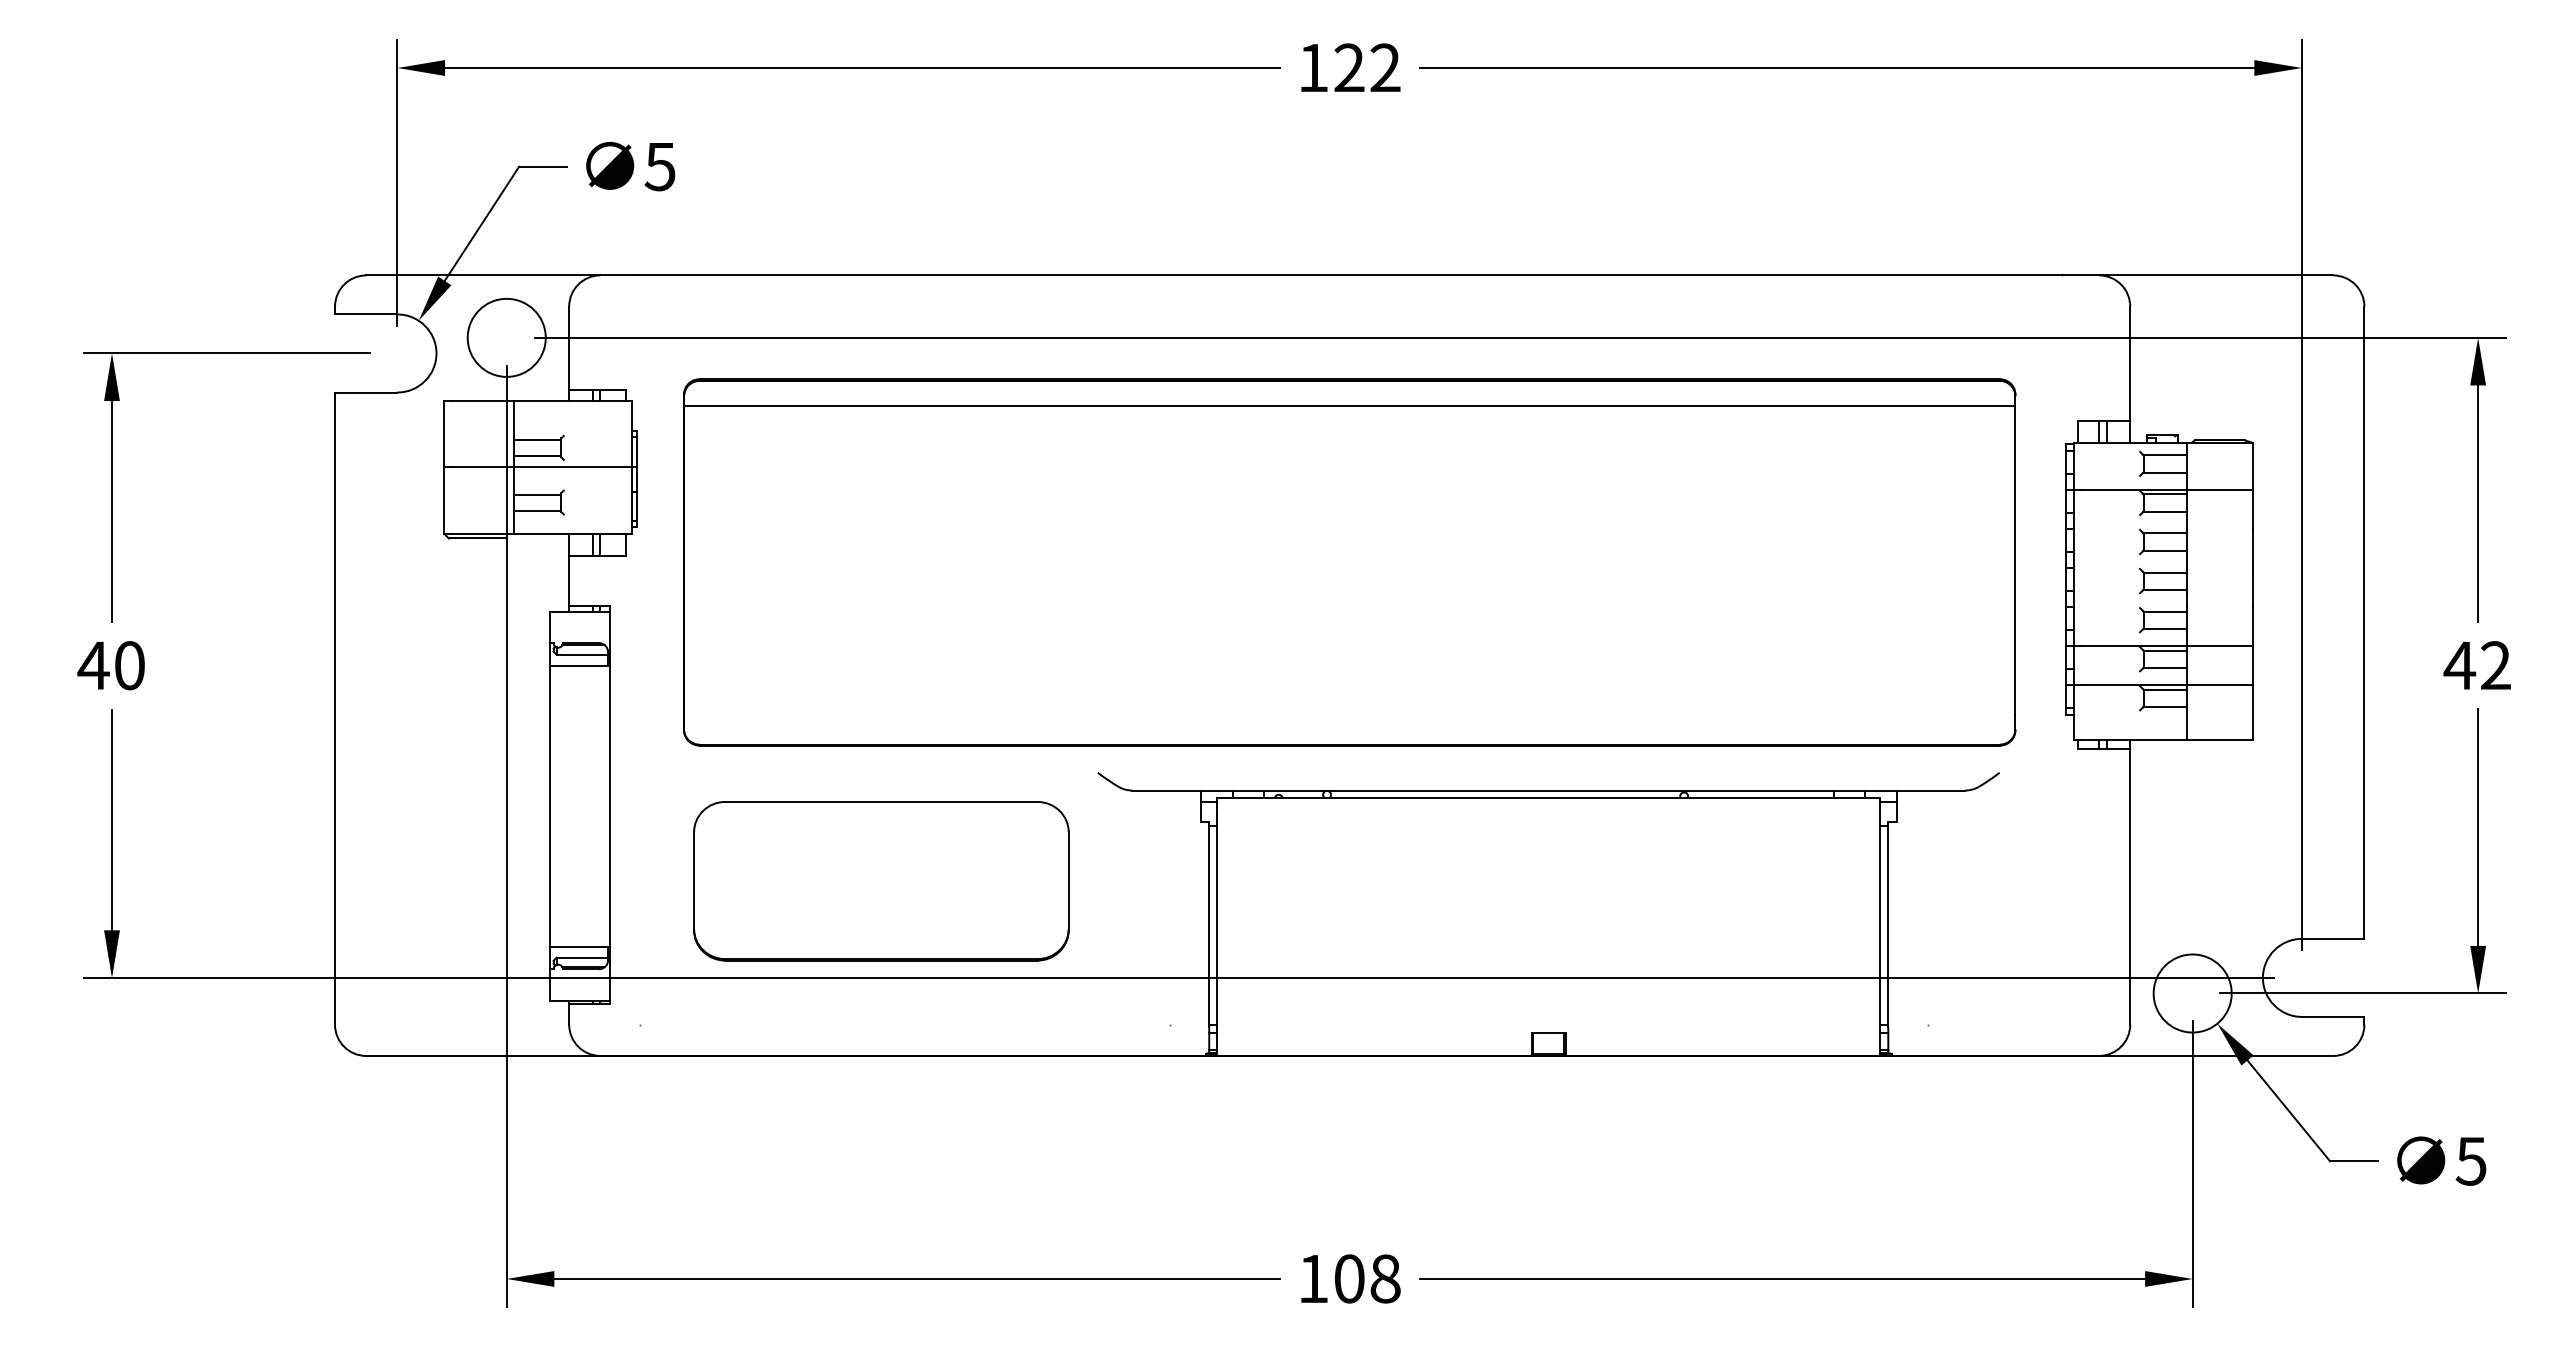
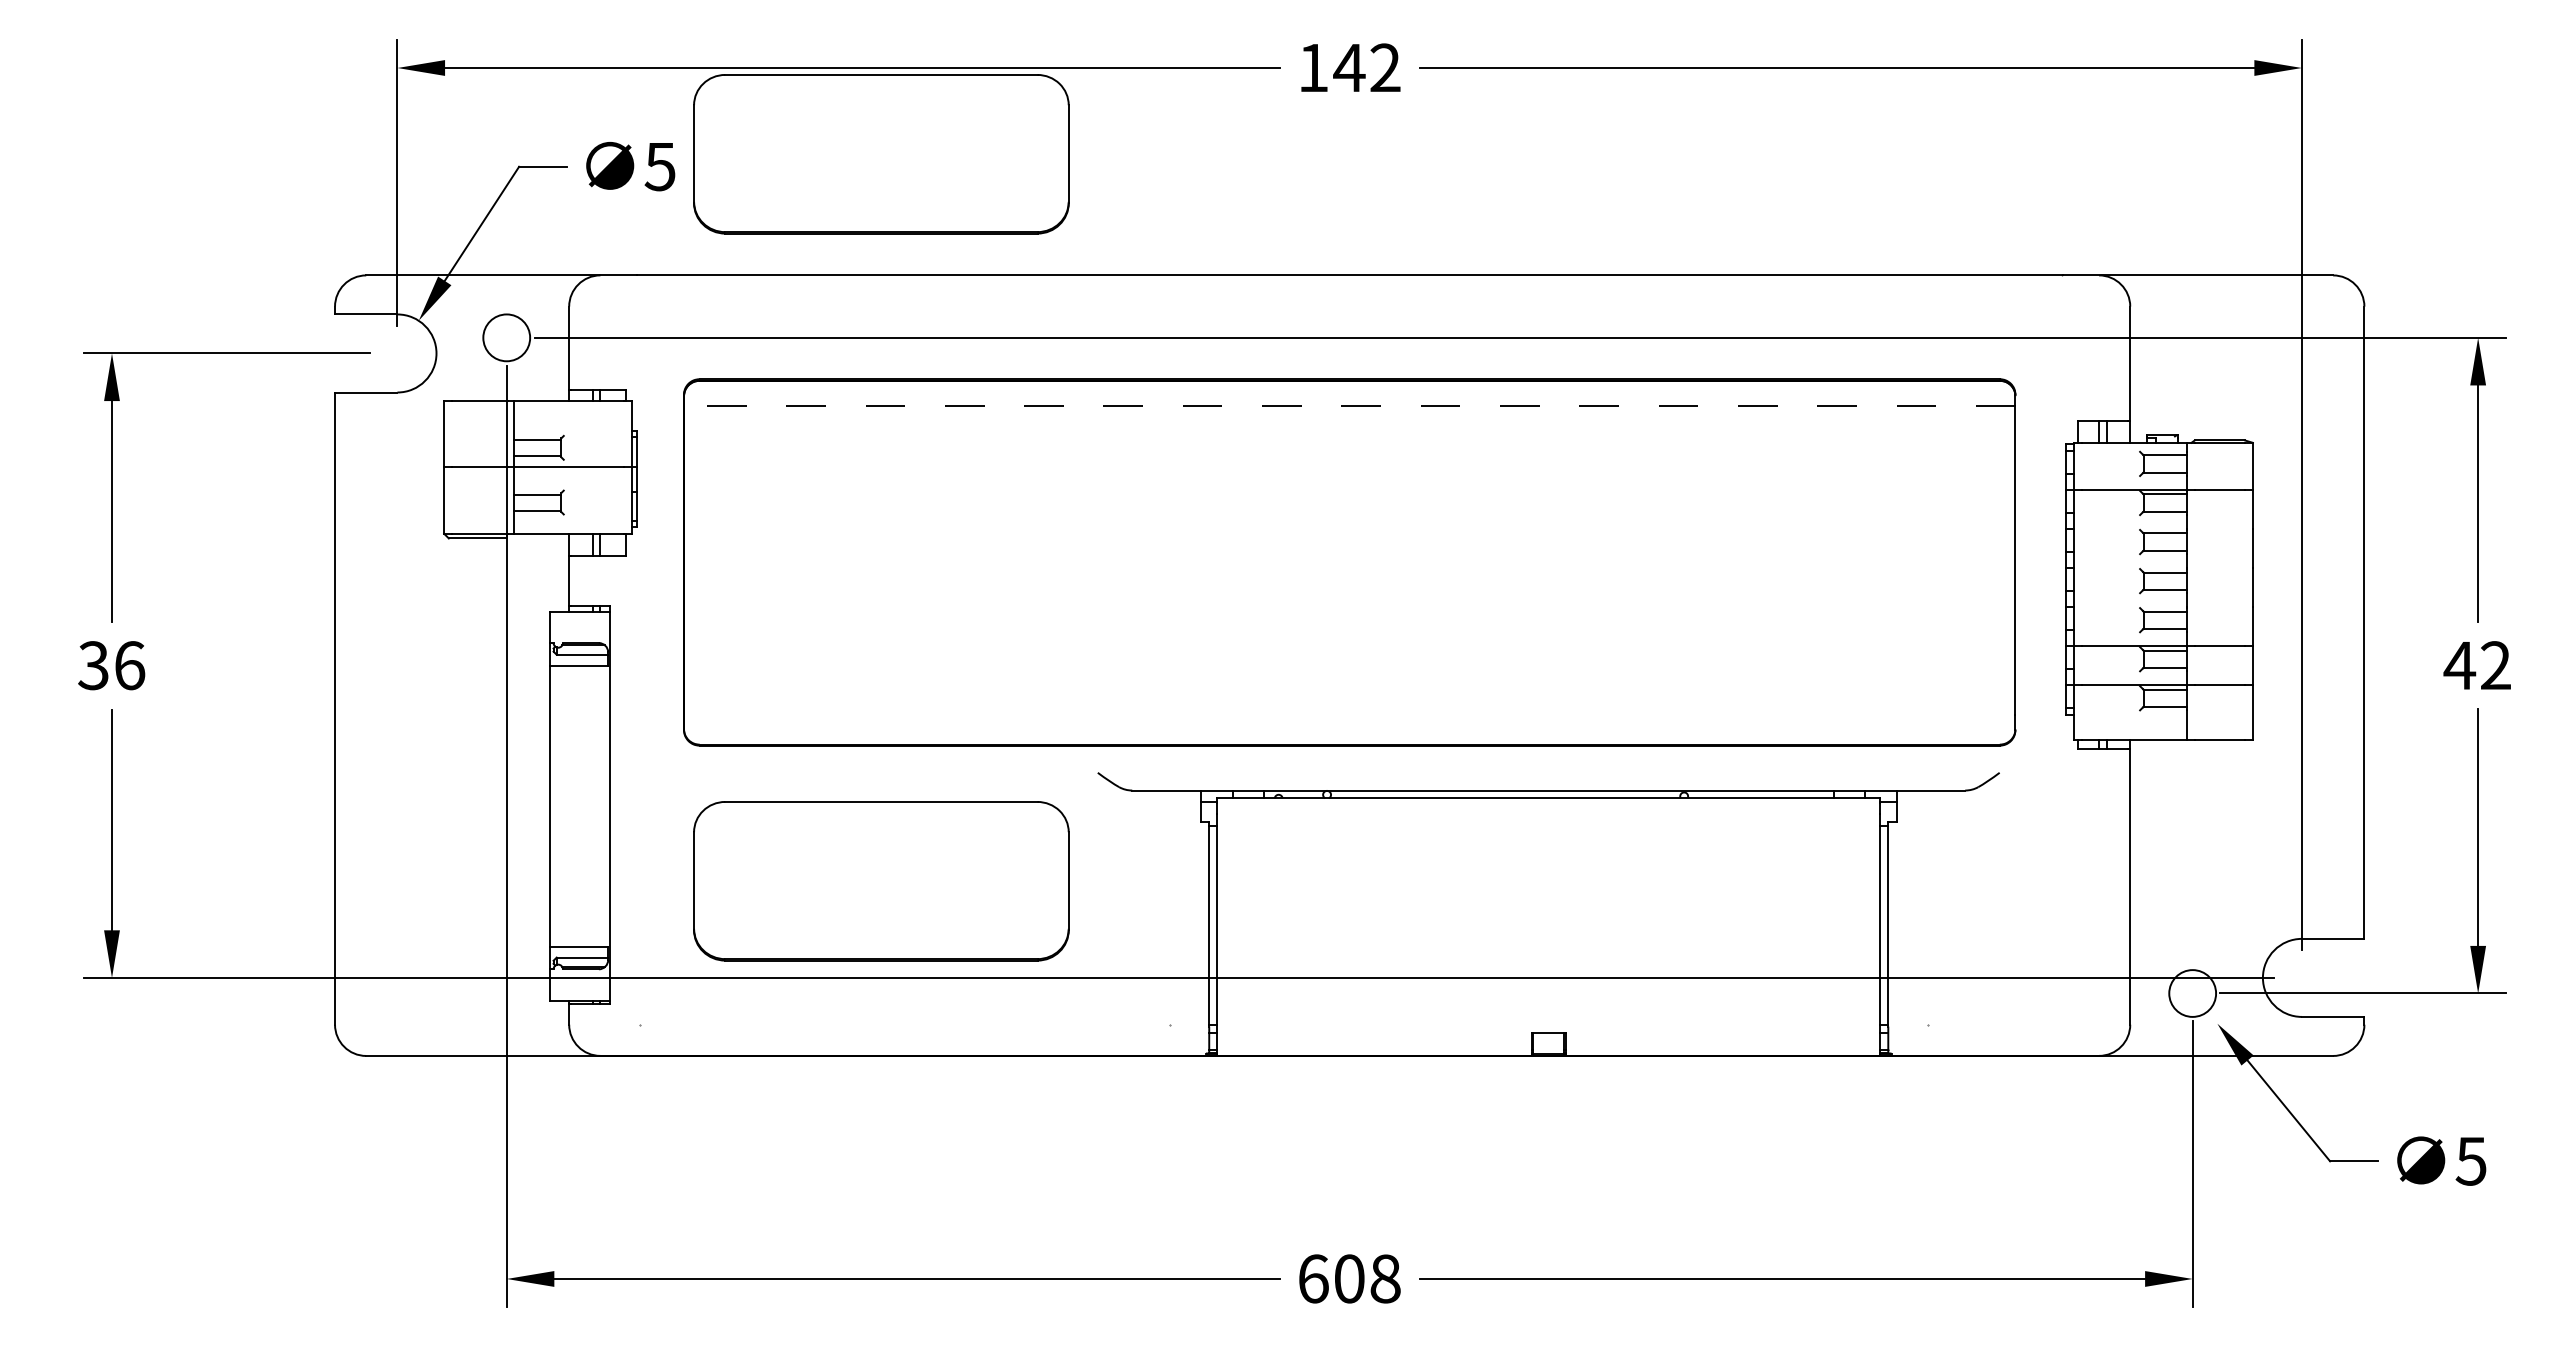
text at (1349, 67): 122 -> 142
part at (881, 154): none -> present
circle at (506, 337) diameter: 78 px -> 47 px
line at (1349, 406): solid -> dashed
text at (111, 665): 40 -> 36
circle at (2192, 993) diameter: 78 px -> 47 px
text at (1313, 1278): 108 -> 608
